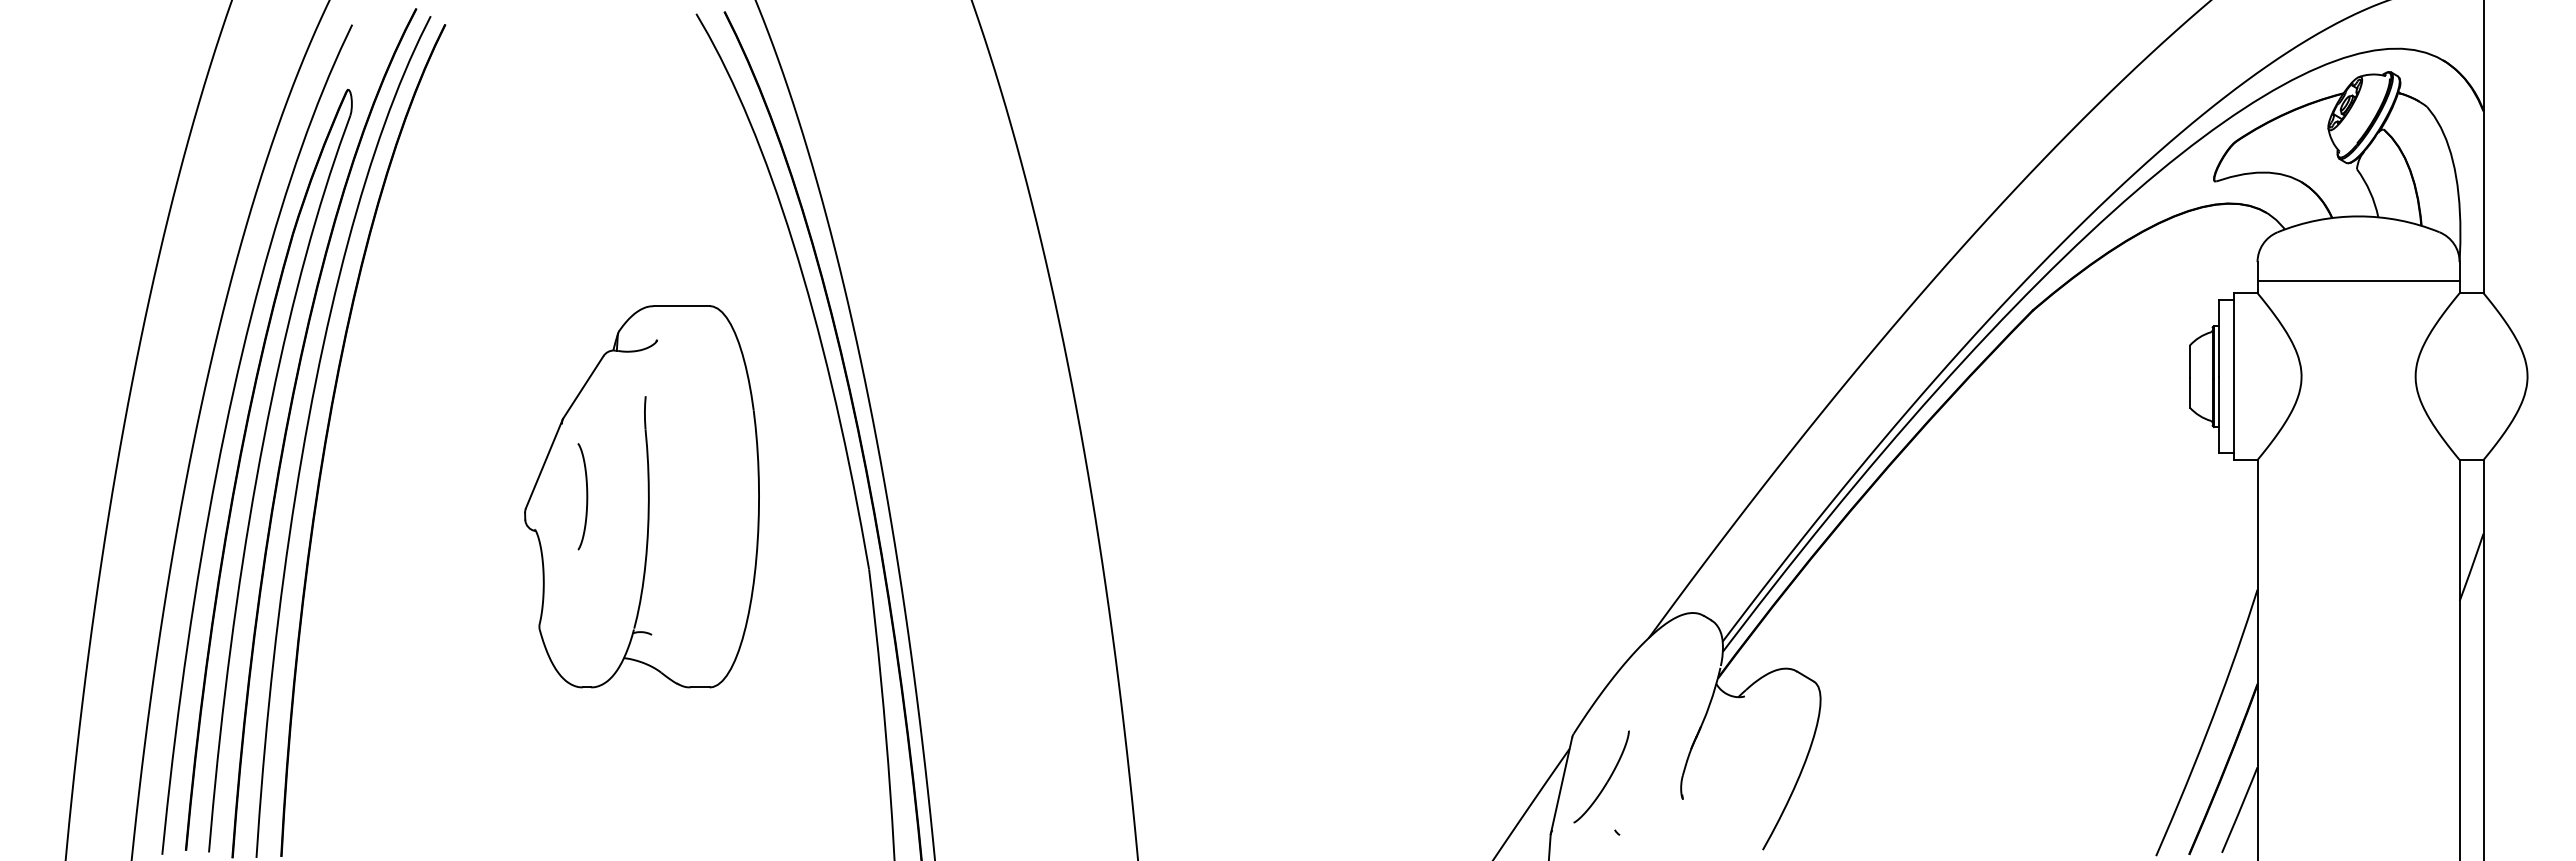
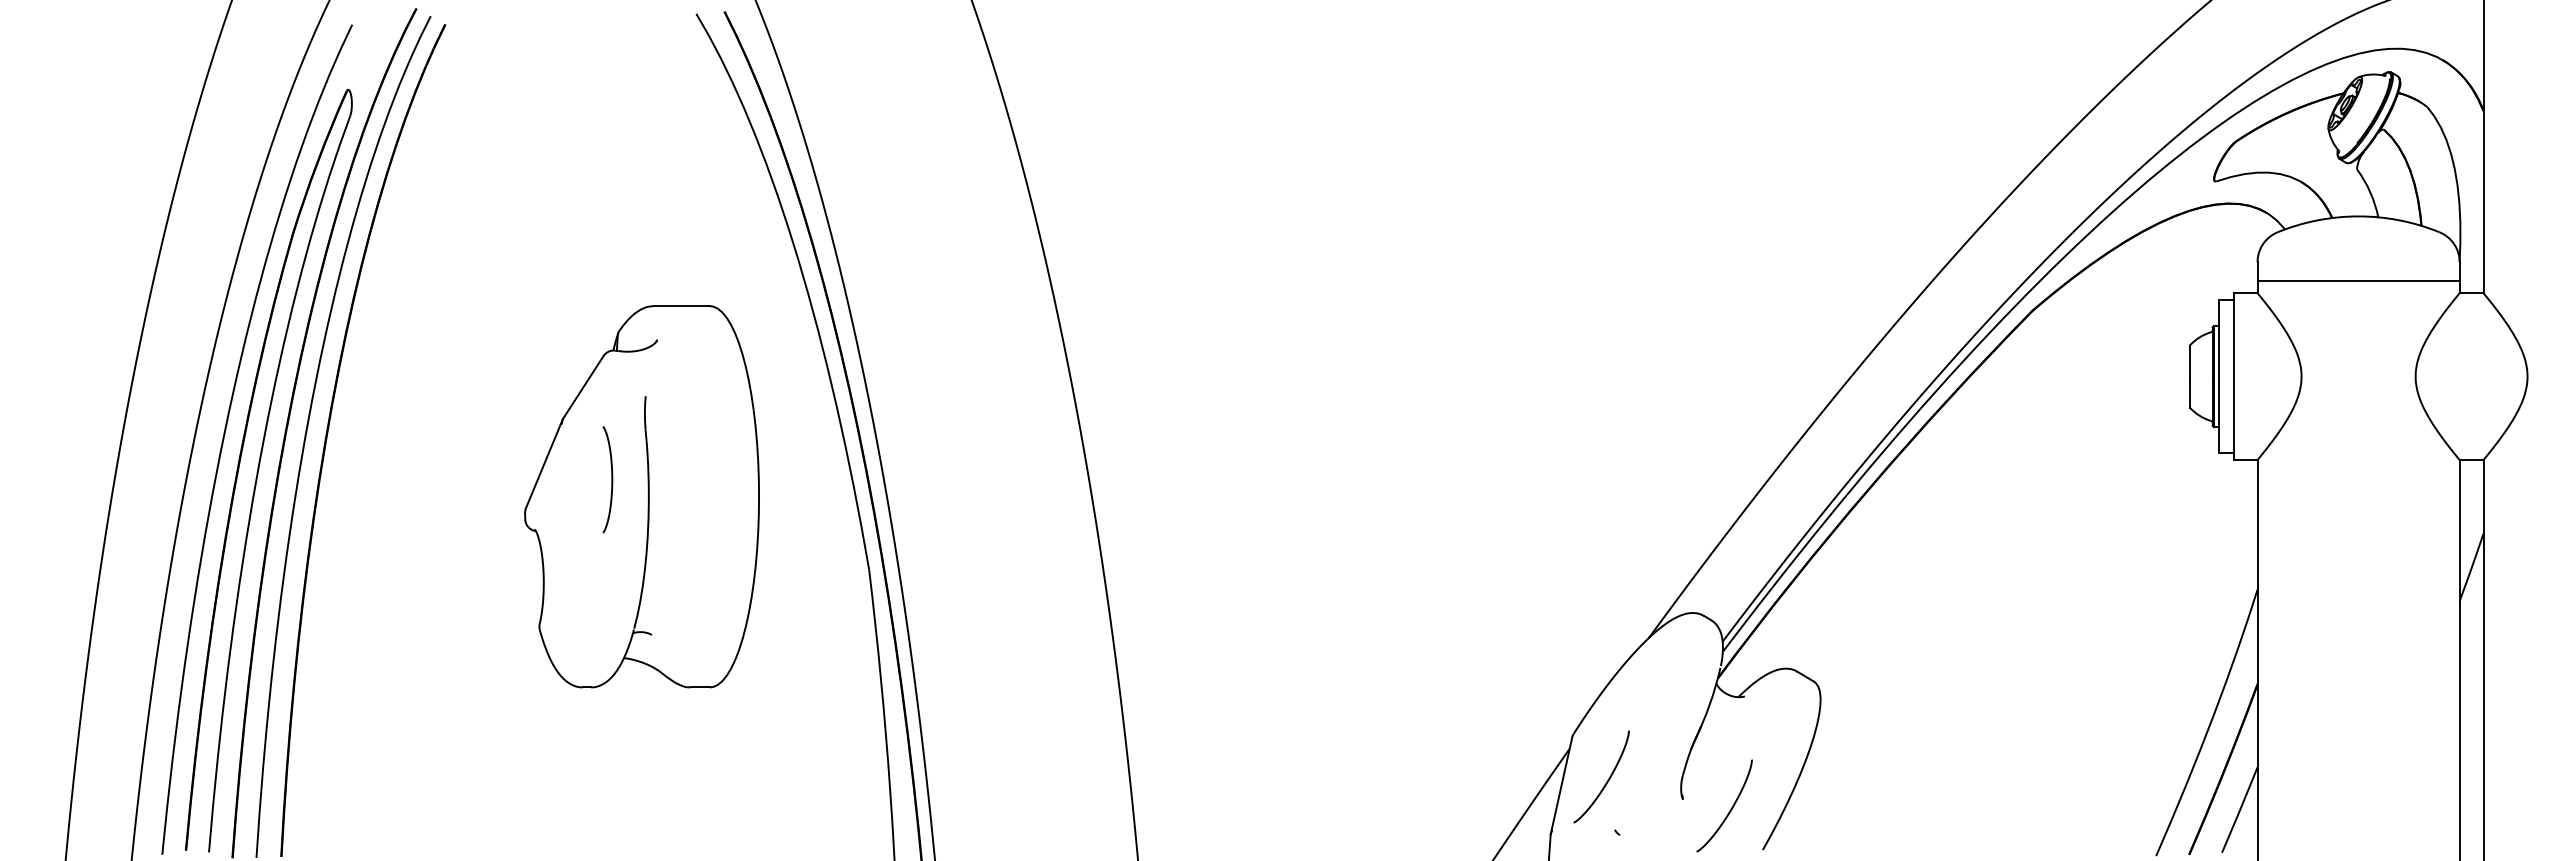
curve at (586, 496) position: (586, 496) -> (611, 479)
part at (1729, 810): none -> present
